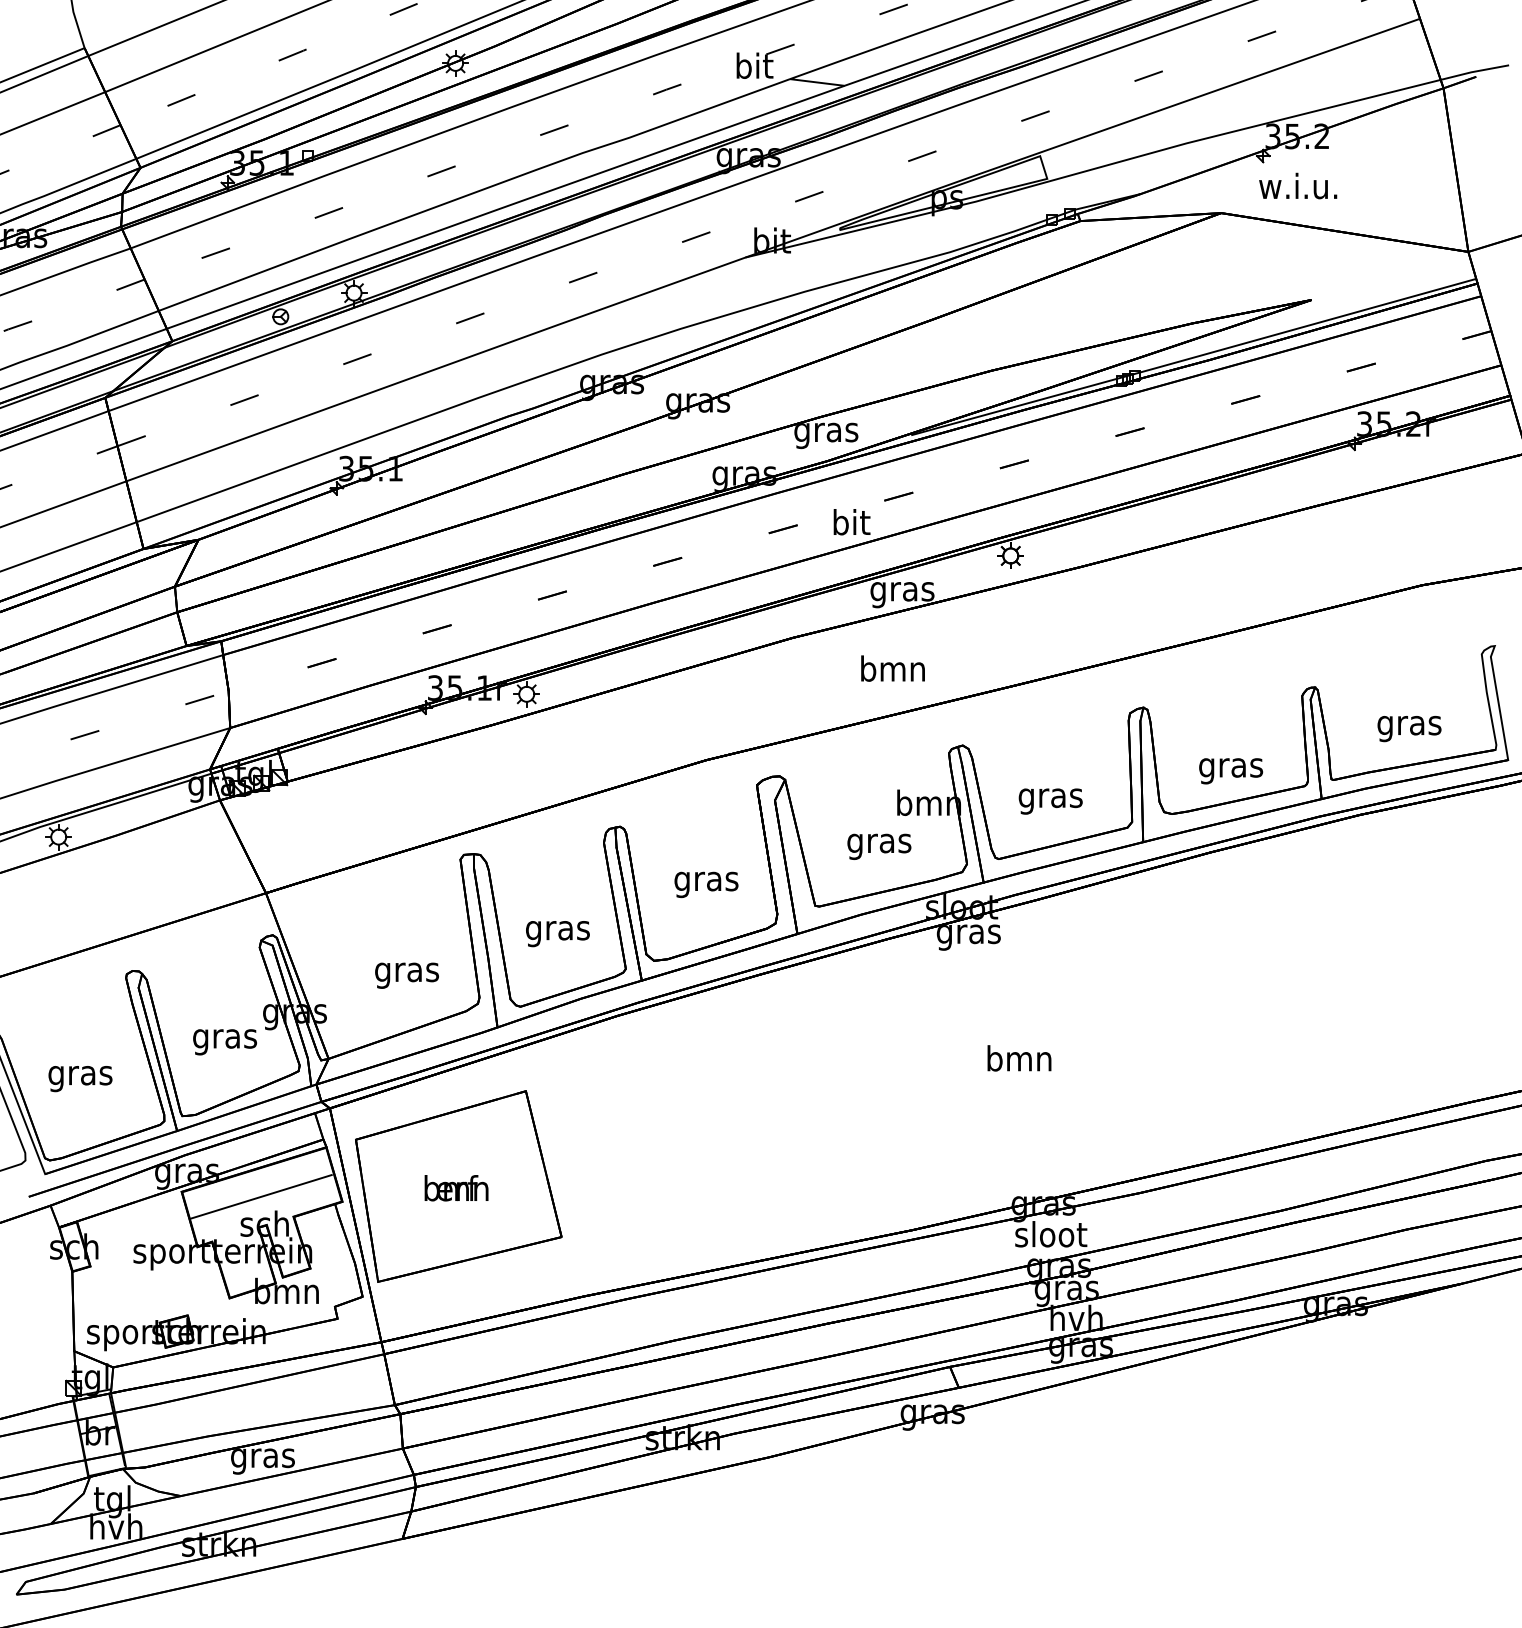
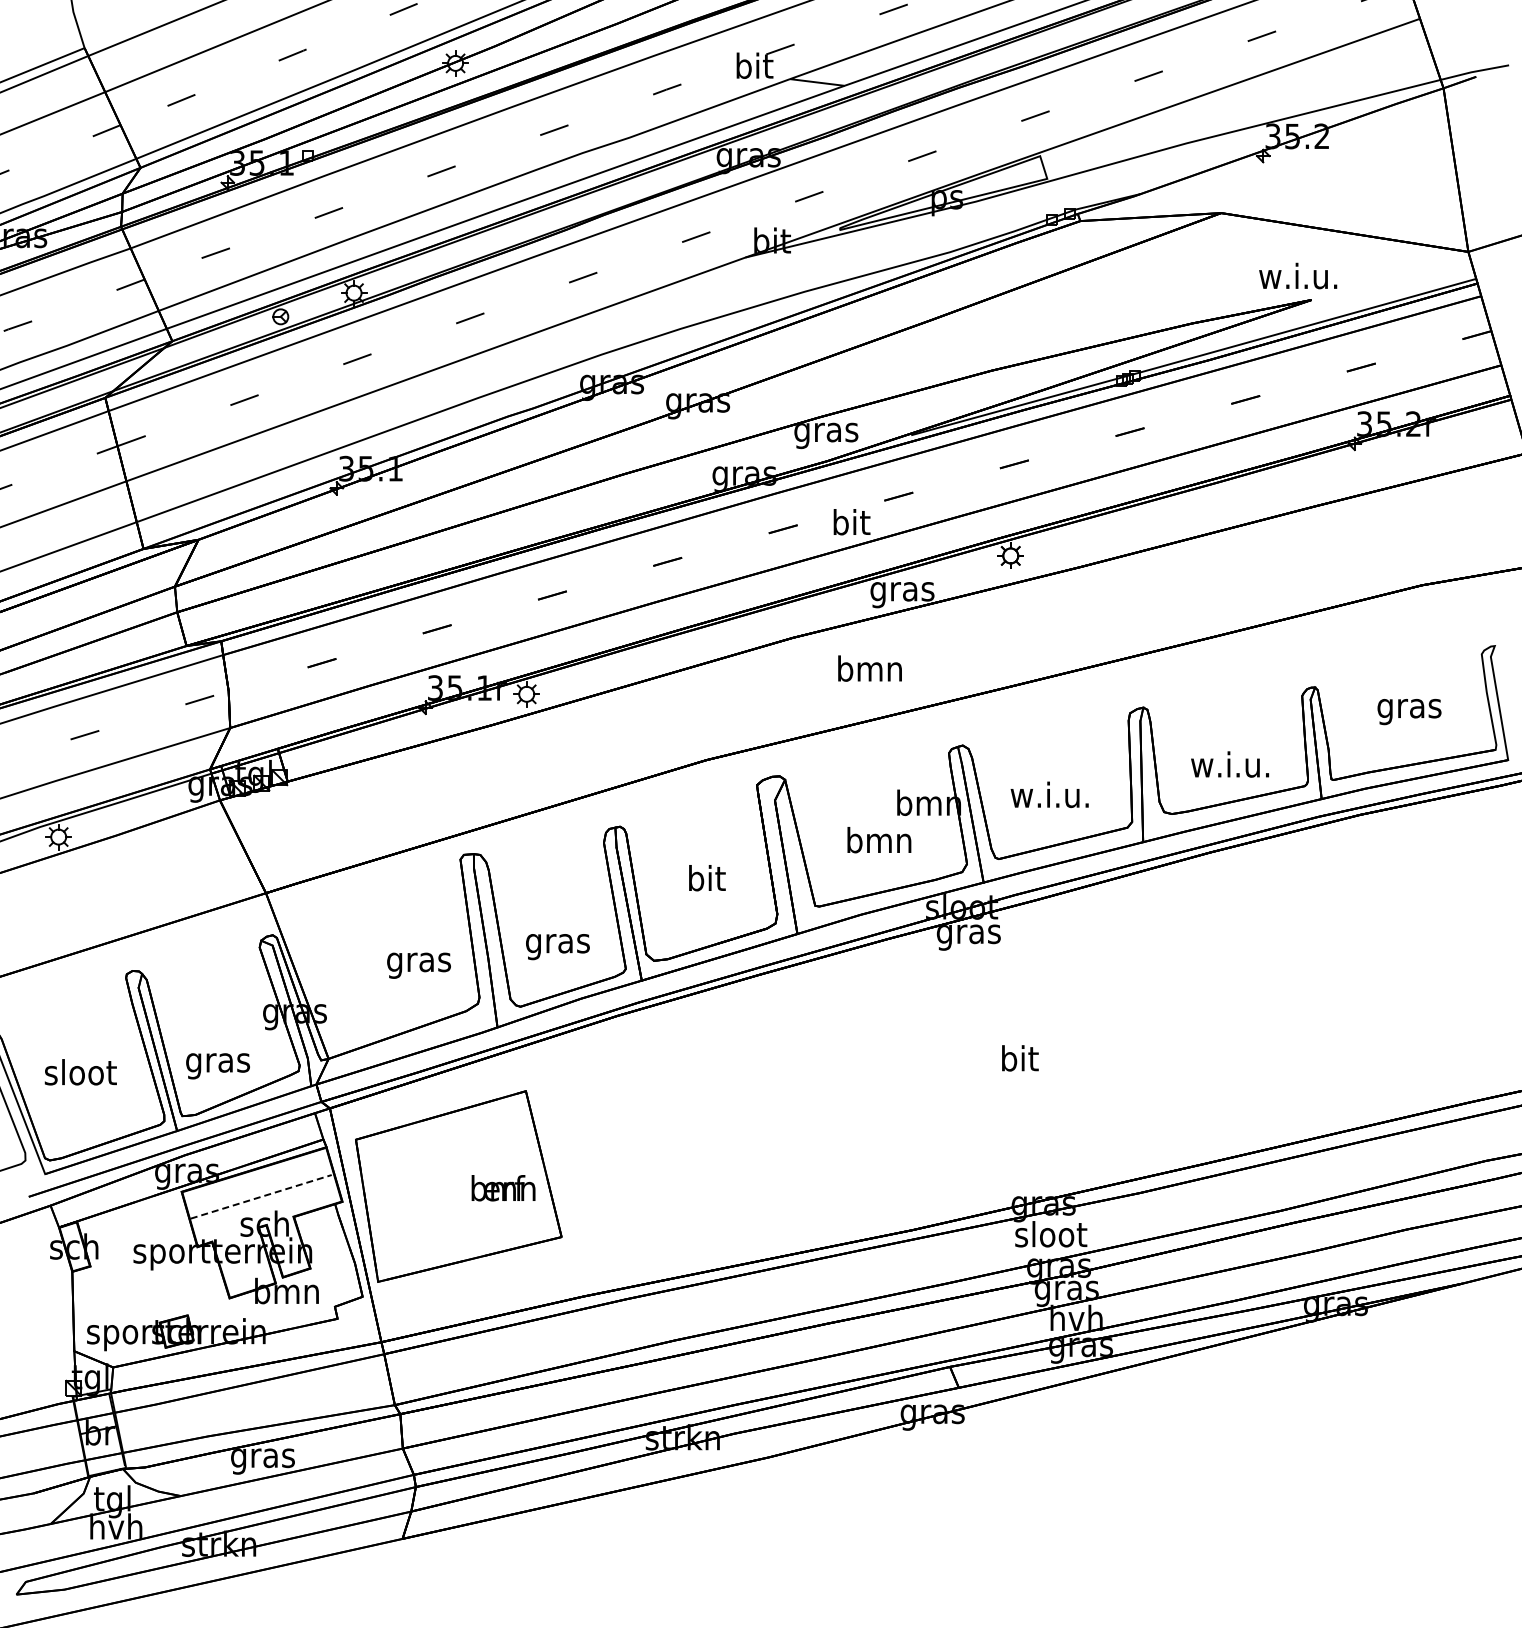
text at (1298, 185) position: (1298, 185) -> (1298, 275)
text at (892, 668) position: (892, 668) -> (869, 668)
text at (1409, 729) position: (1409, 729) -> (1409, 712)
text at (1230, 767): gras -> w.i.u.
text at (1049, 797): gras -> w.i.u.
text at (879, 843): gras -> bmn
text at (706, 881): gras -> bit
text at (557, 934) position: (557, 934) -> (557, 947)
text at (406, 975) position: (406, 975) -> (418, 965)
text at (224, 1042) position: (224, 1042) -> (217, 1066)
text at (1019, 1058): bmn -> bit
text at (80, 1075): gras -> sloot
text at (456, 1188) position: (456, 1188) -> (503, 1188)
line at (261, 1196): solid -> dashed
